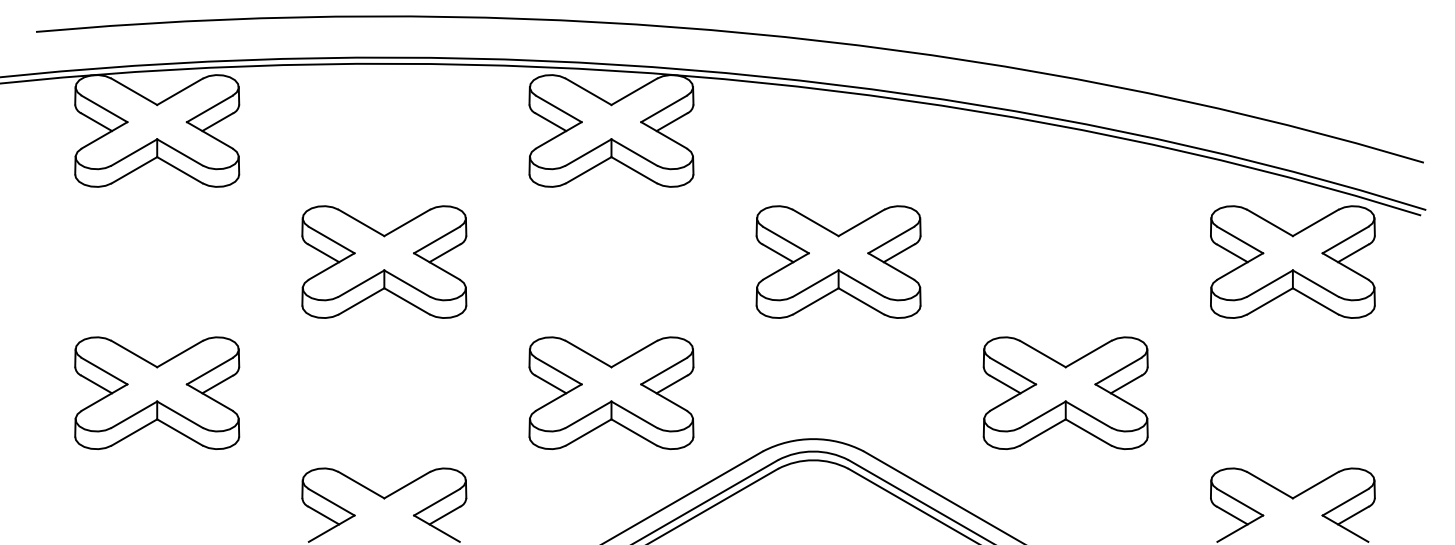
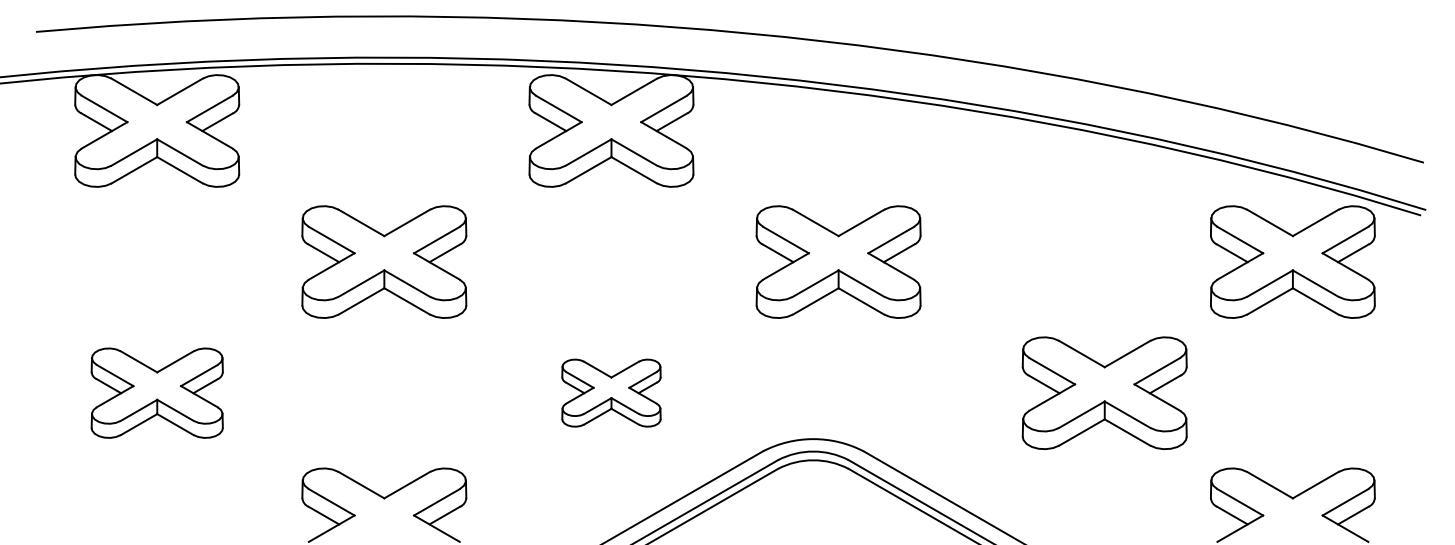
part at (157, 392) size: 167x114 px -> 134x92 px
part at (611, 392) size: 167x114 px -> 101x70 px
part at (1065, 392) position: (1065, 392) -> (1104, 392)
